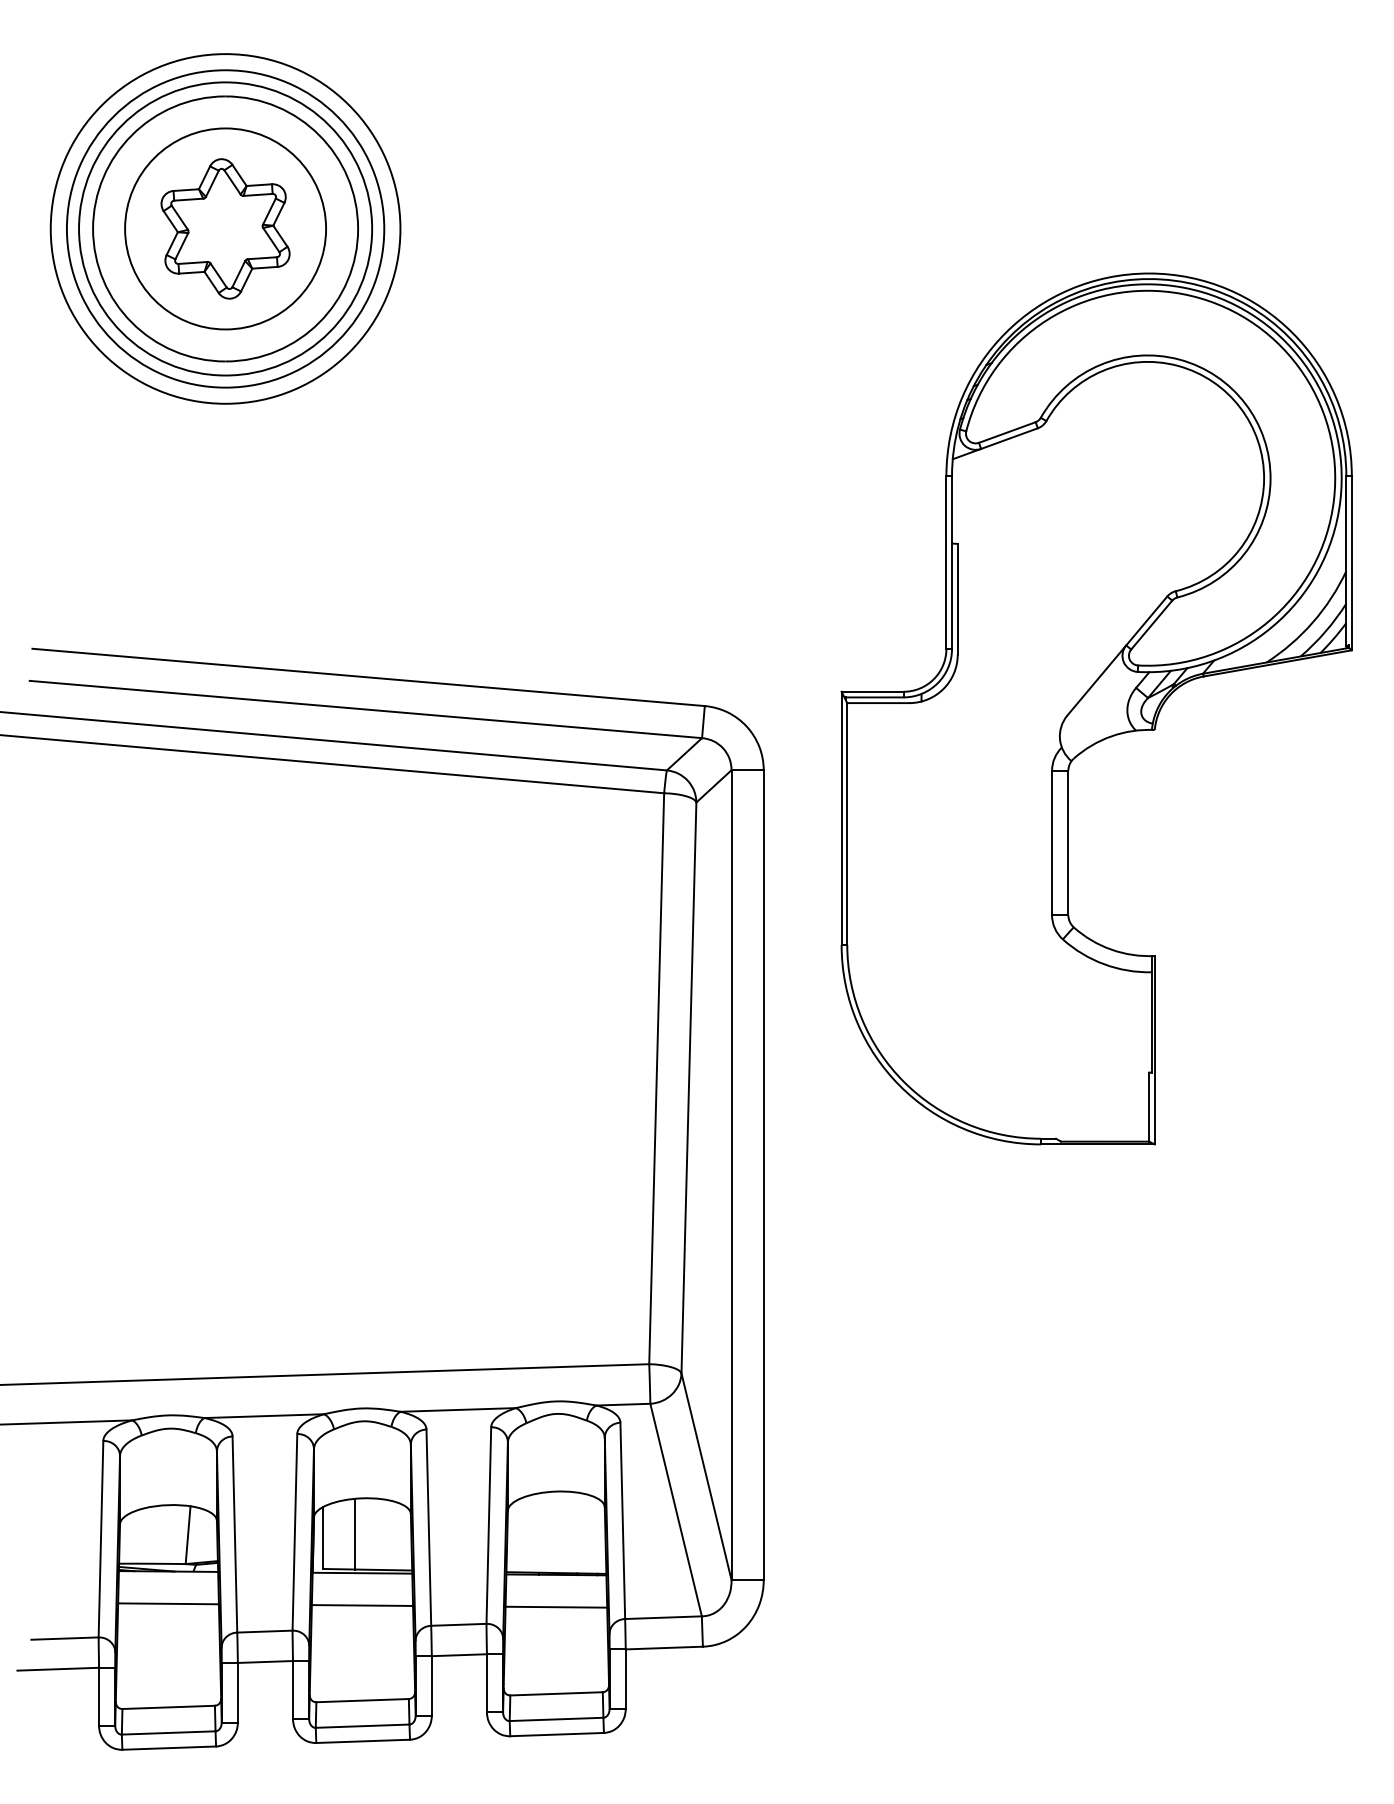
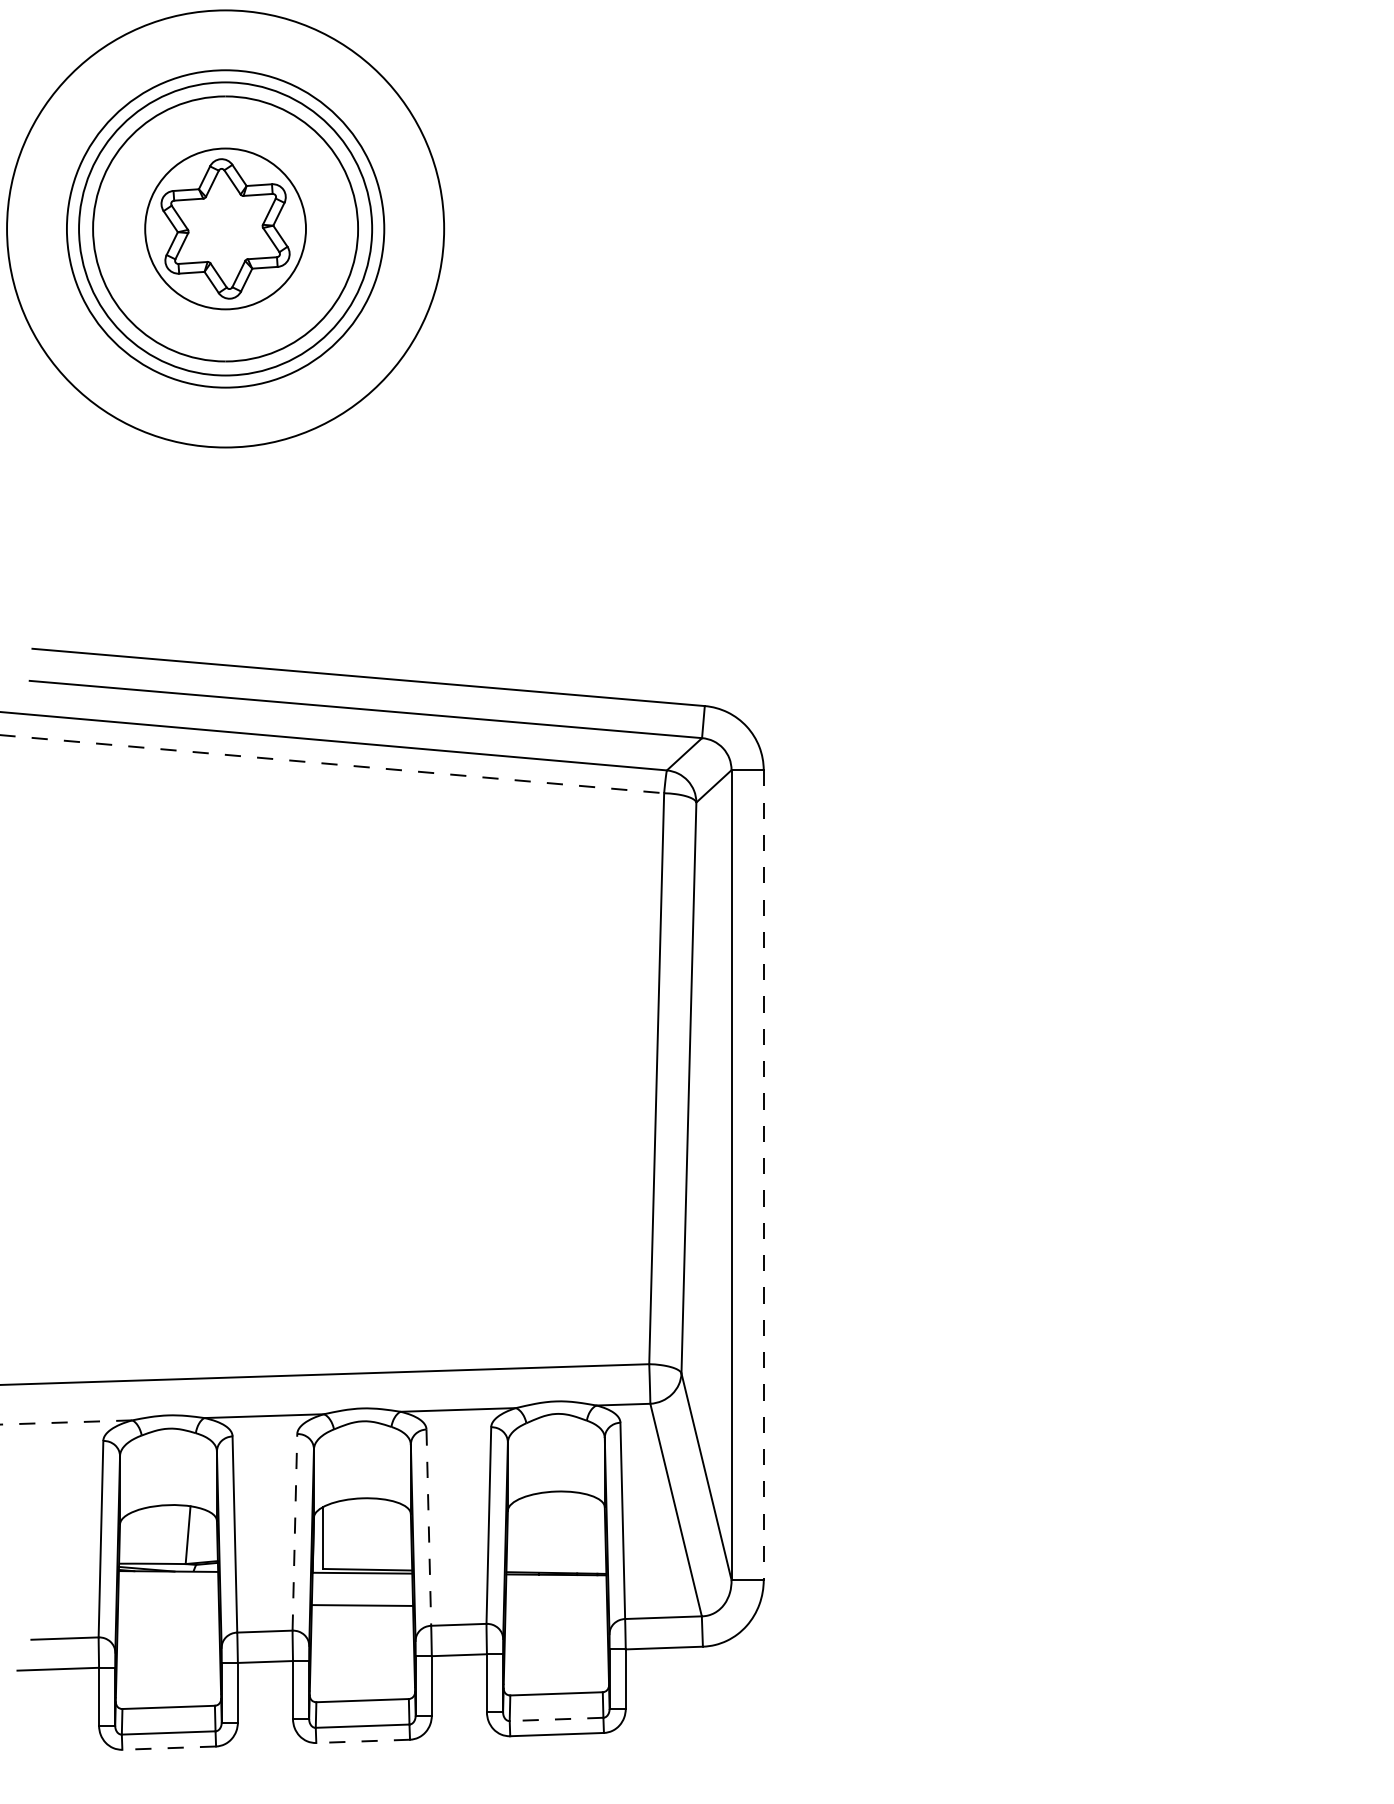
circle at (225, 228) diameter: 201 px -> 161 px
circle at (225, 228) diameter: 350 px -> 437 px
part at (1096, 708): present -> none
line at (332, 764): solid -> dashed
line at (763, 1175): solid -> dashed
line at (66, 1422): solid -> dashed
line at (428, 1528): solid -> dashed
line at (294, 1531): solid -> dashed
line at (355, 1533): present -> none
line at (168, 1603): present -> none
line at (556, 1606): present -> none
line at (556, 1719): solid -> dashed
line at (363, 1741): solid -> dashed
line at (169, 1748): solid -> dashed
